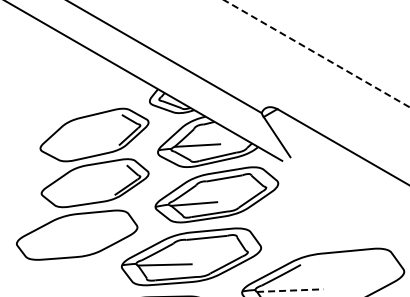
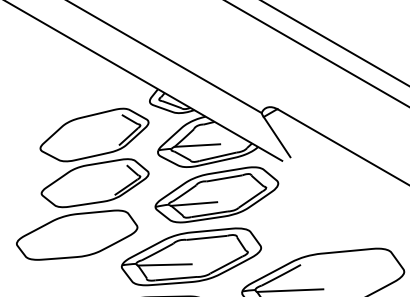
line at (335, 43): none -> present
line at (316, 53): dashed -> solid
line at (290, 290): dashed -> solid
